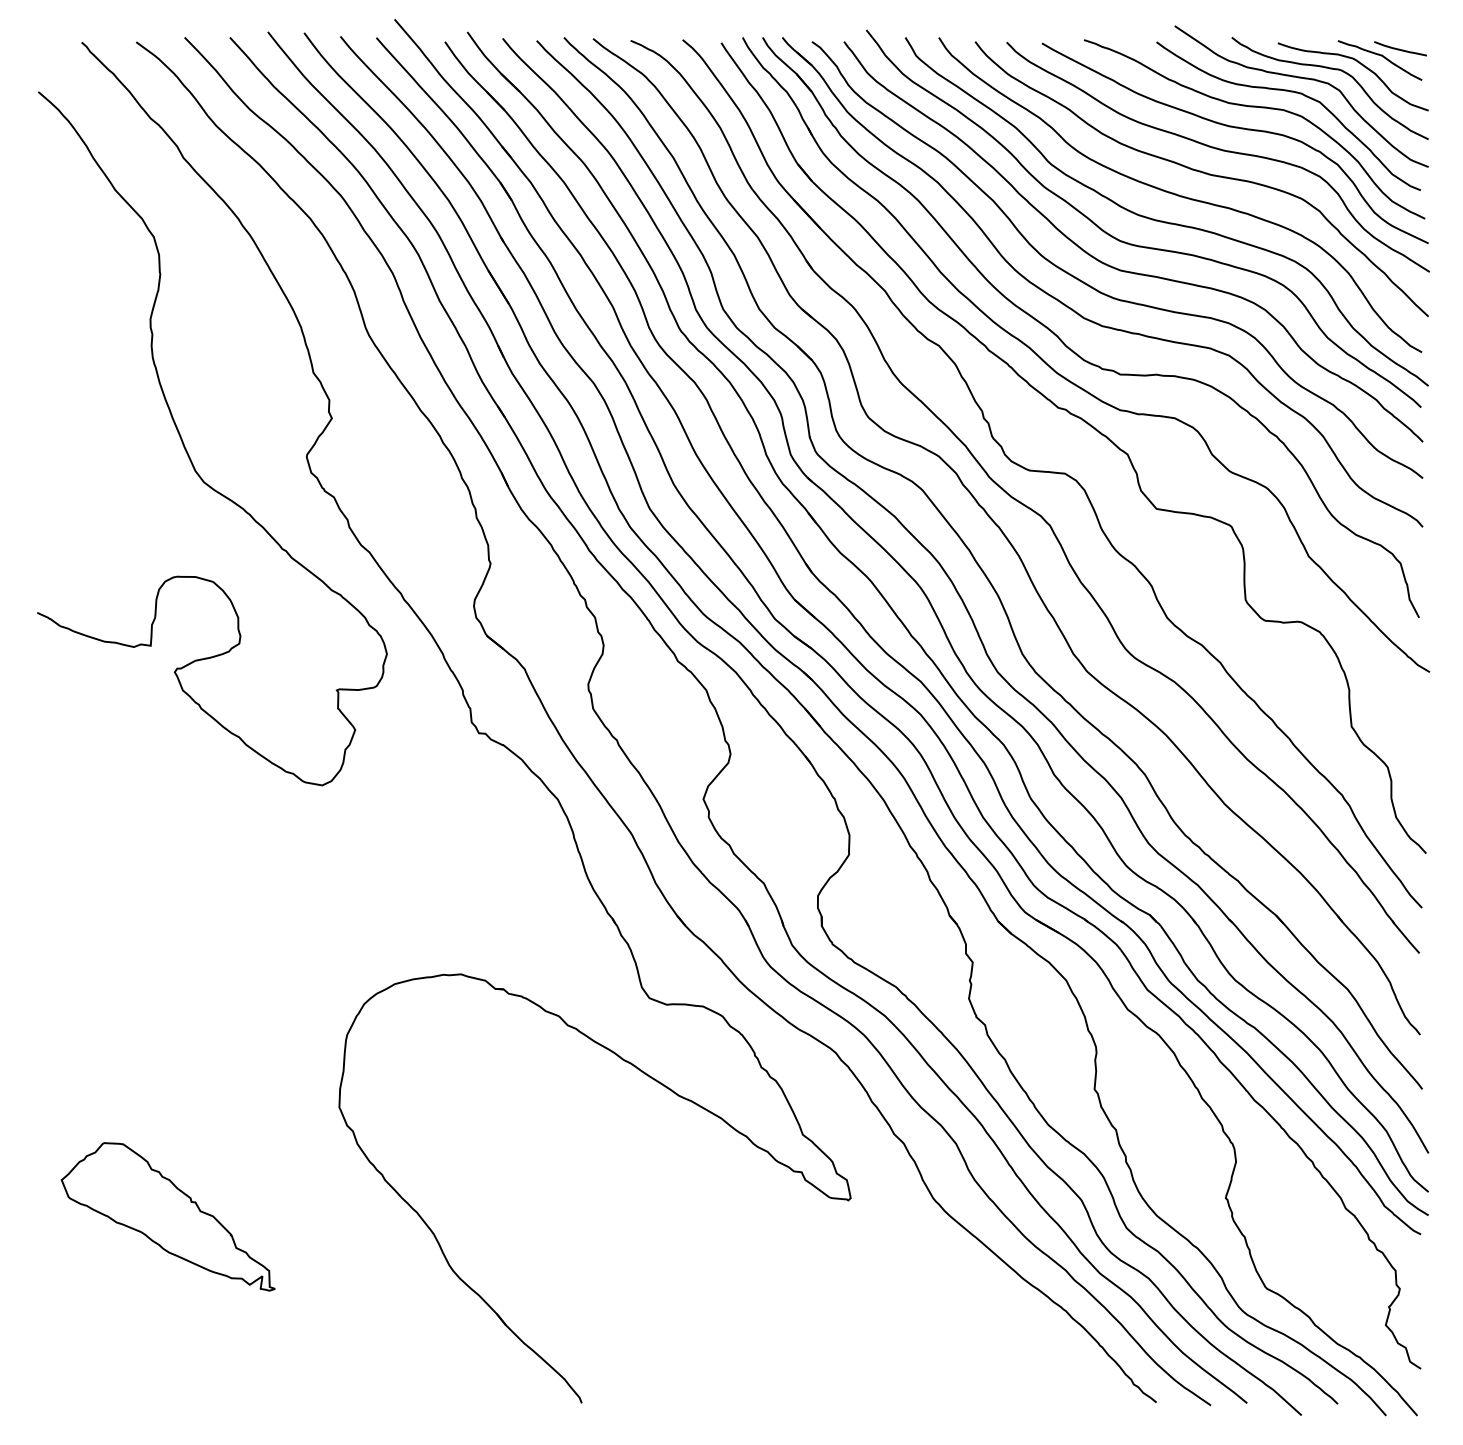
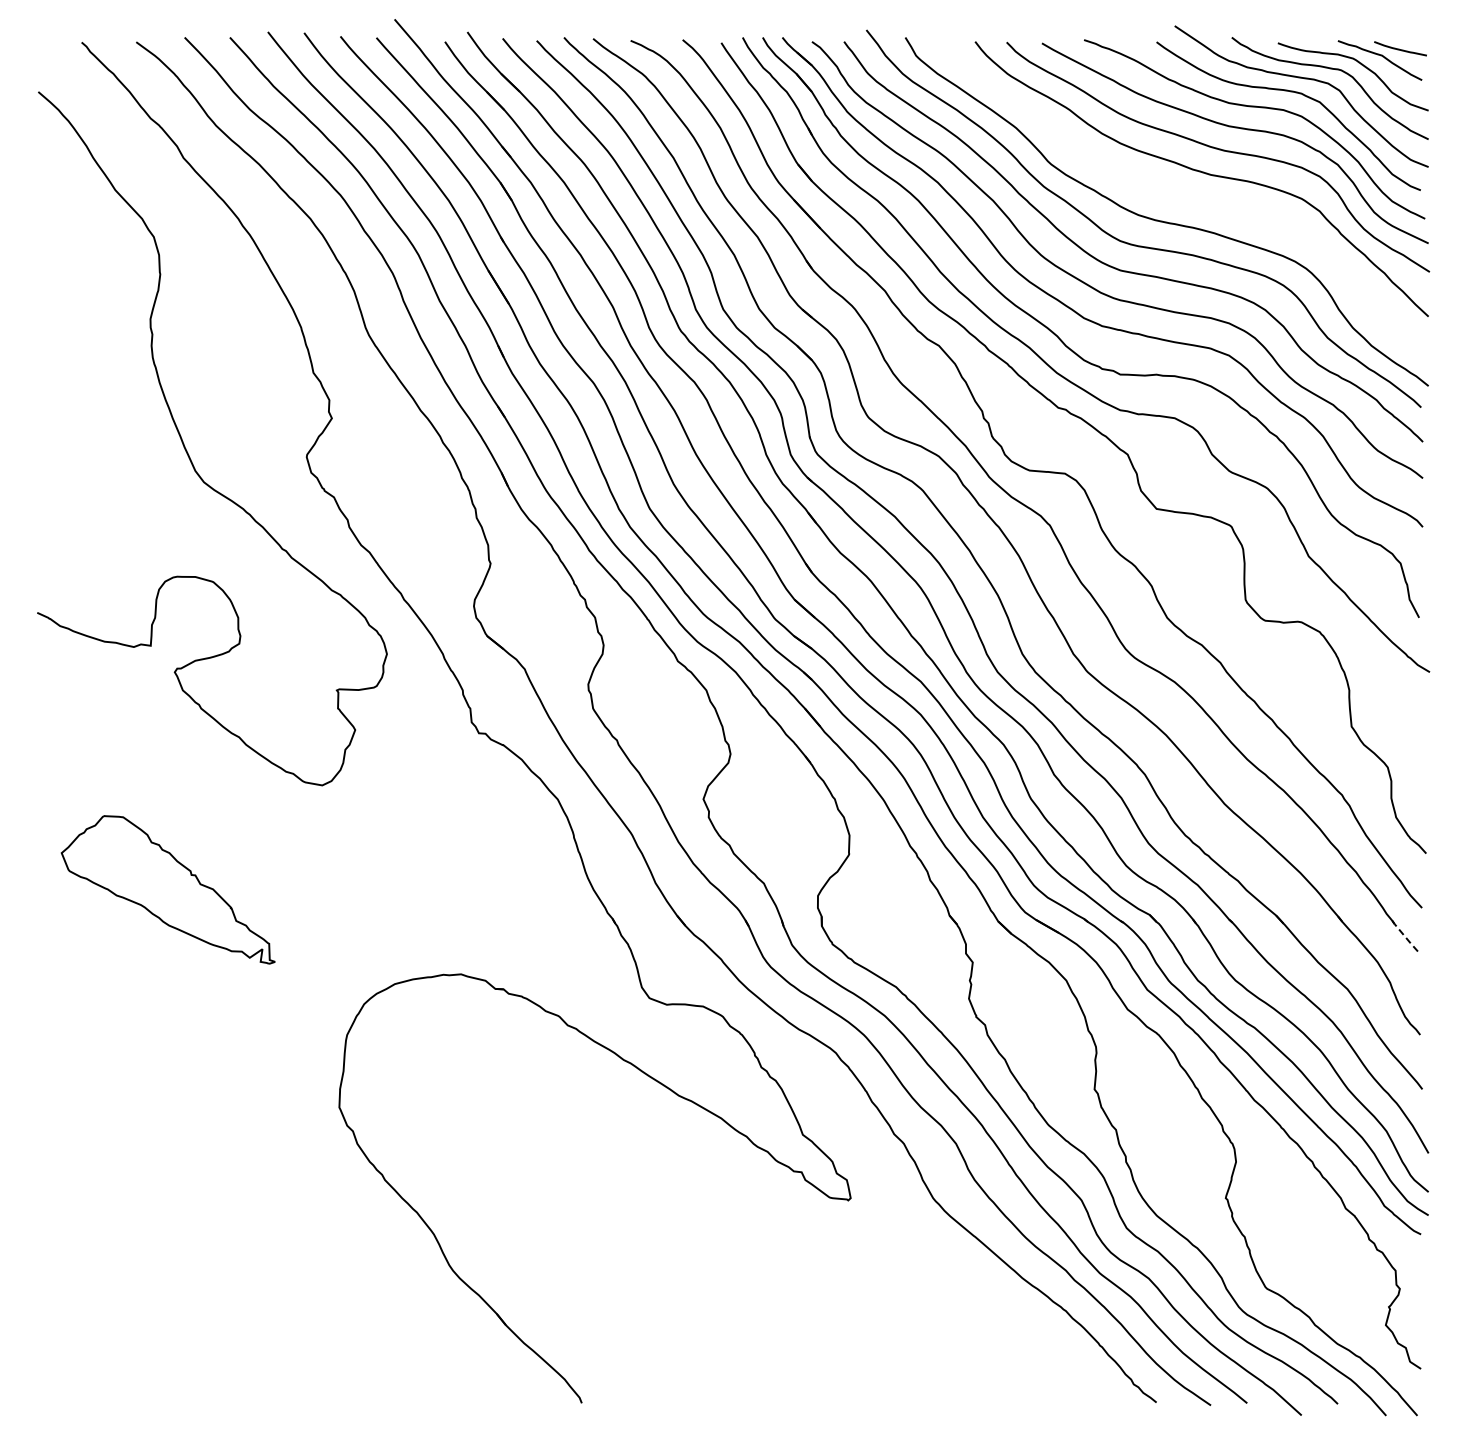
curve at (1179, 194): present -> none
line at (1406, 937): solid -> dashed
part at (167, 1216) position: (167, 1216) -> (167, 889)
